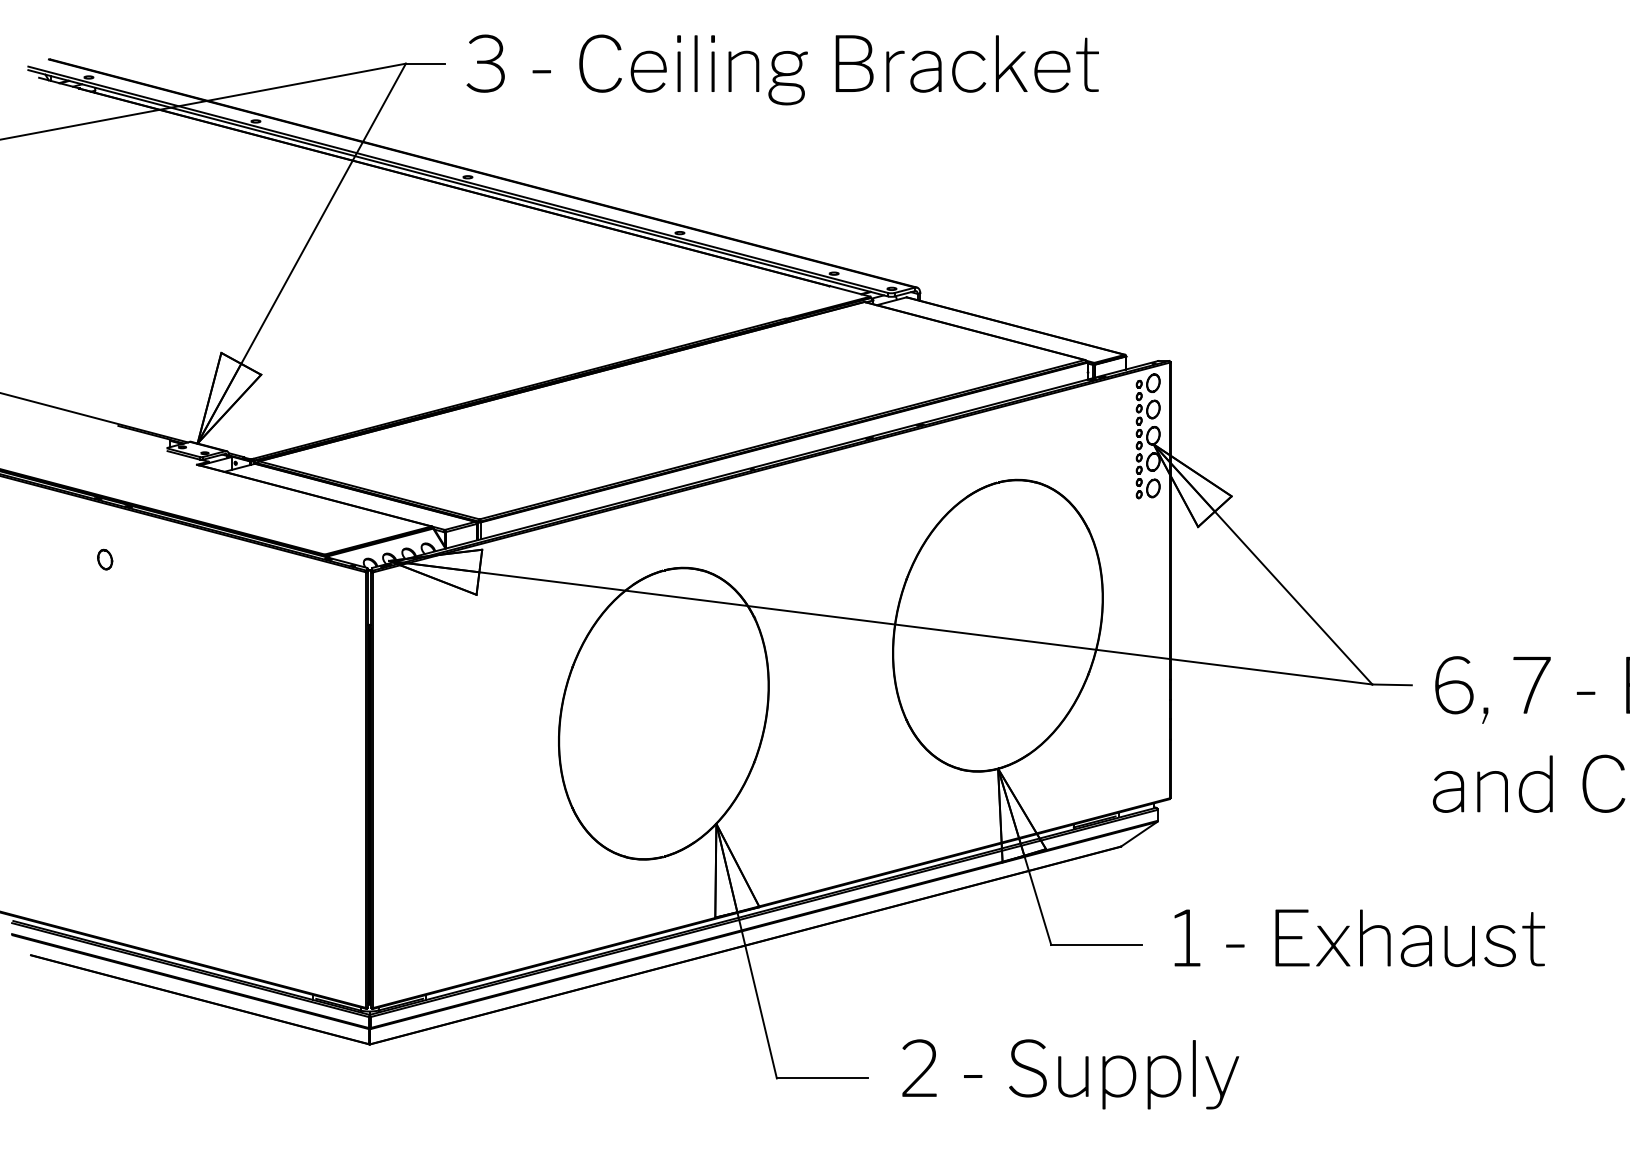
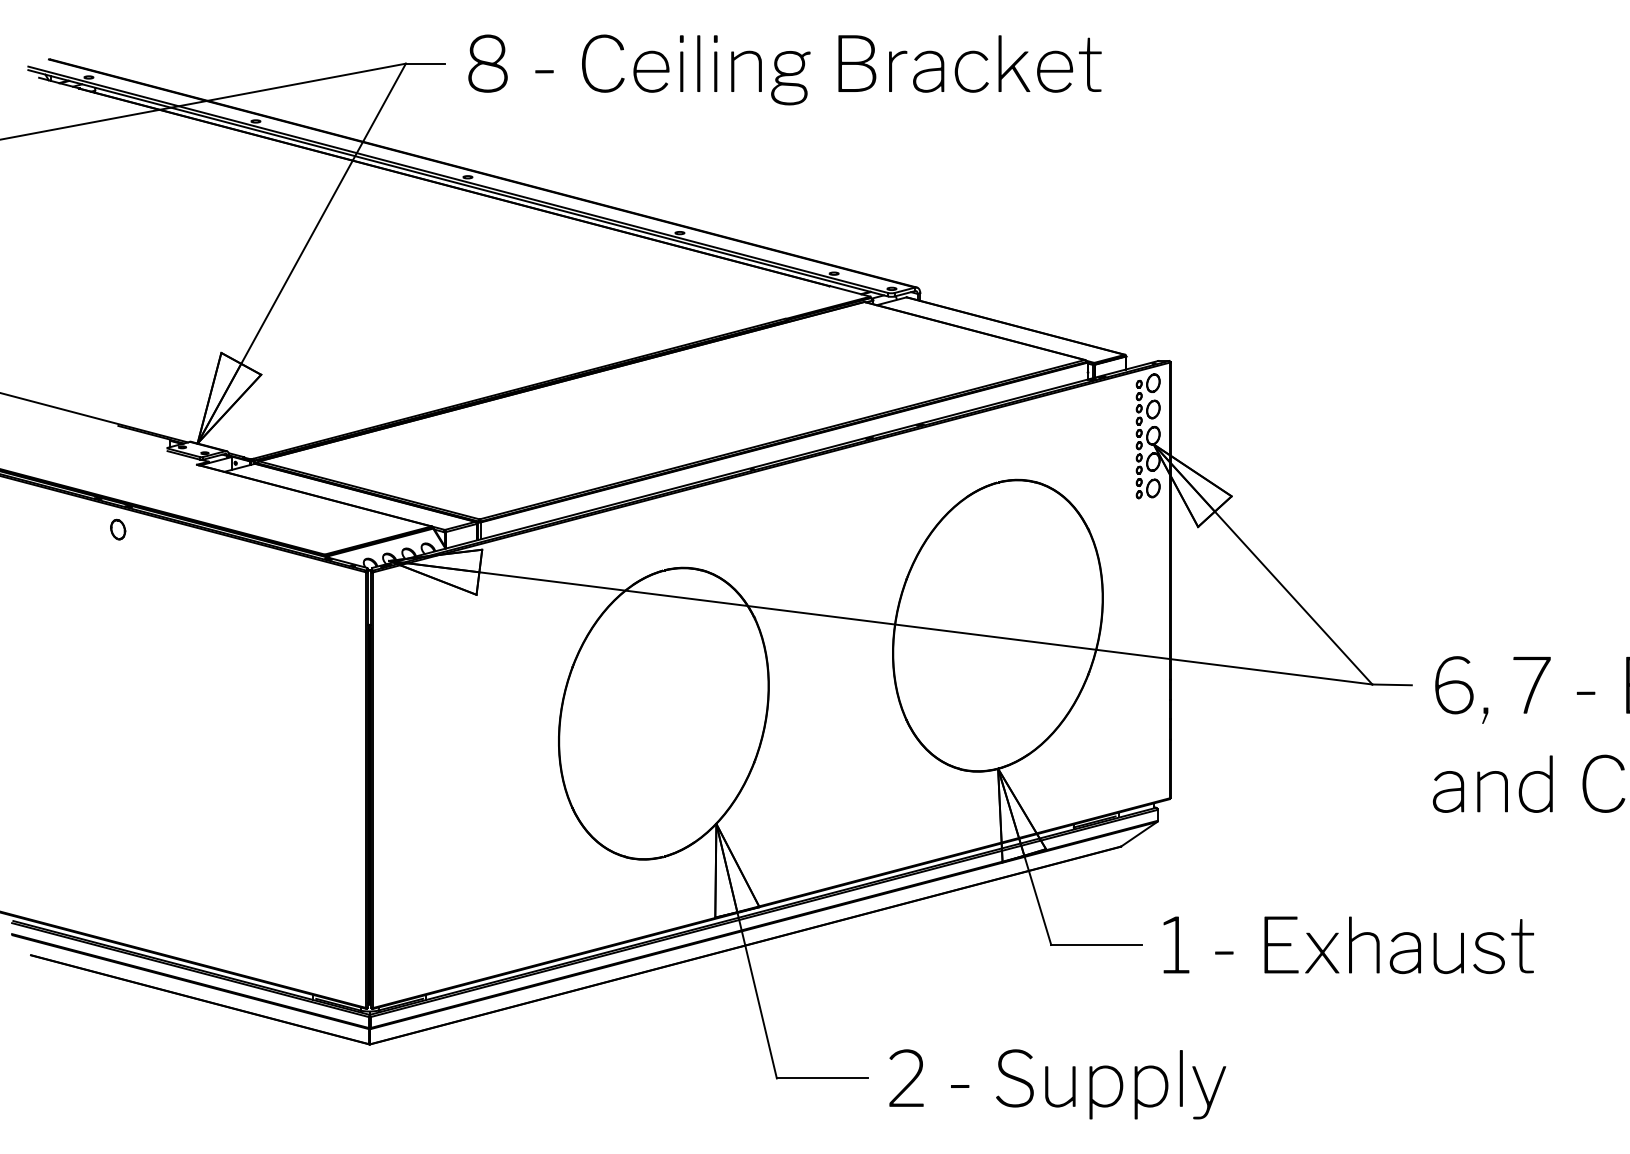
text at (783, 69): 3 -> 8
part at (105, 559) position: (105, 559) -> (118, 529)
text at (1359, 938) position: (1359, 938) -> (1348, 945)
text at (1070, 1074) position: (1070, 1074) -> (1057, 1084)
